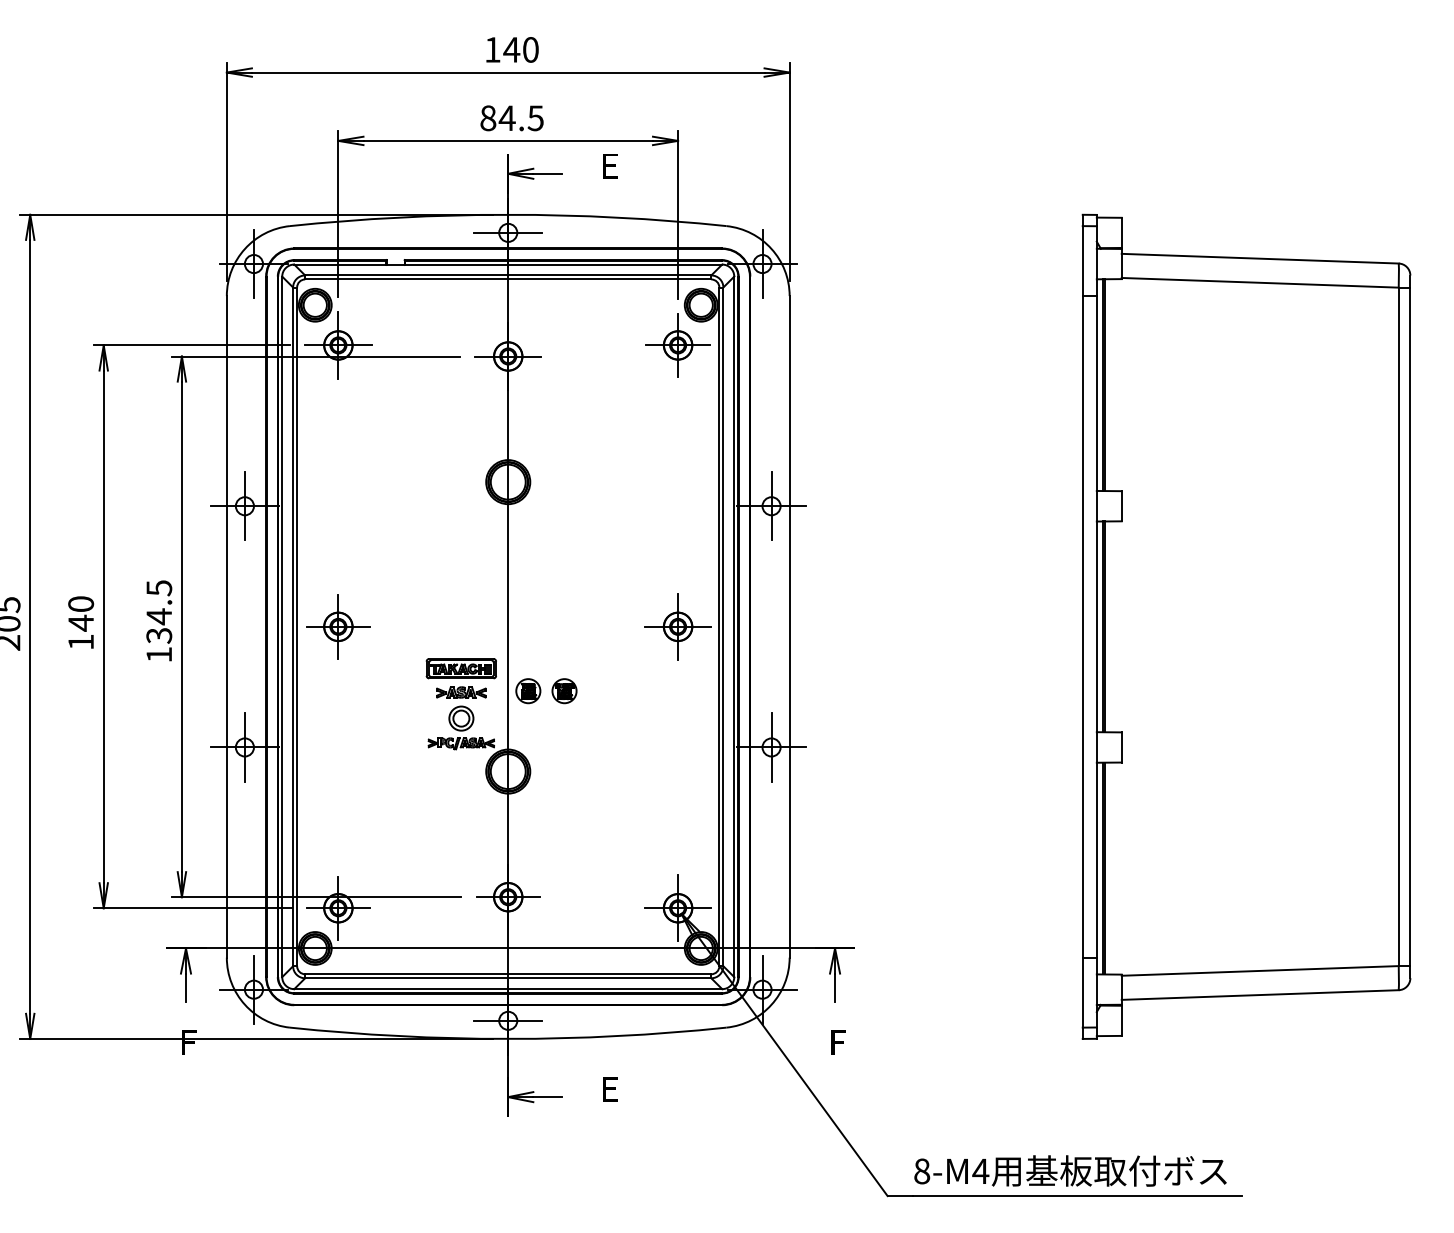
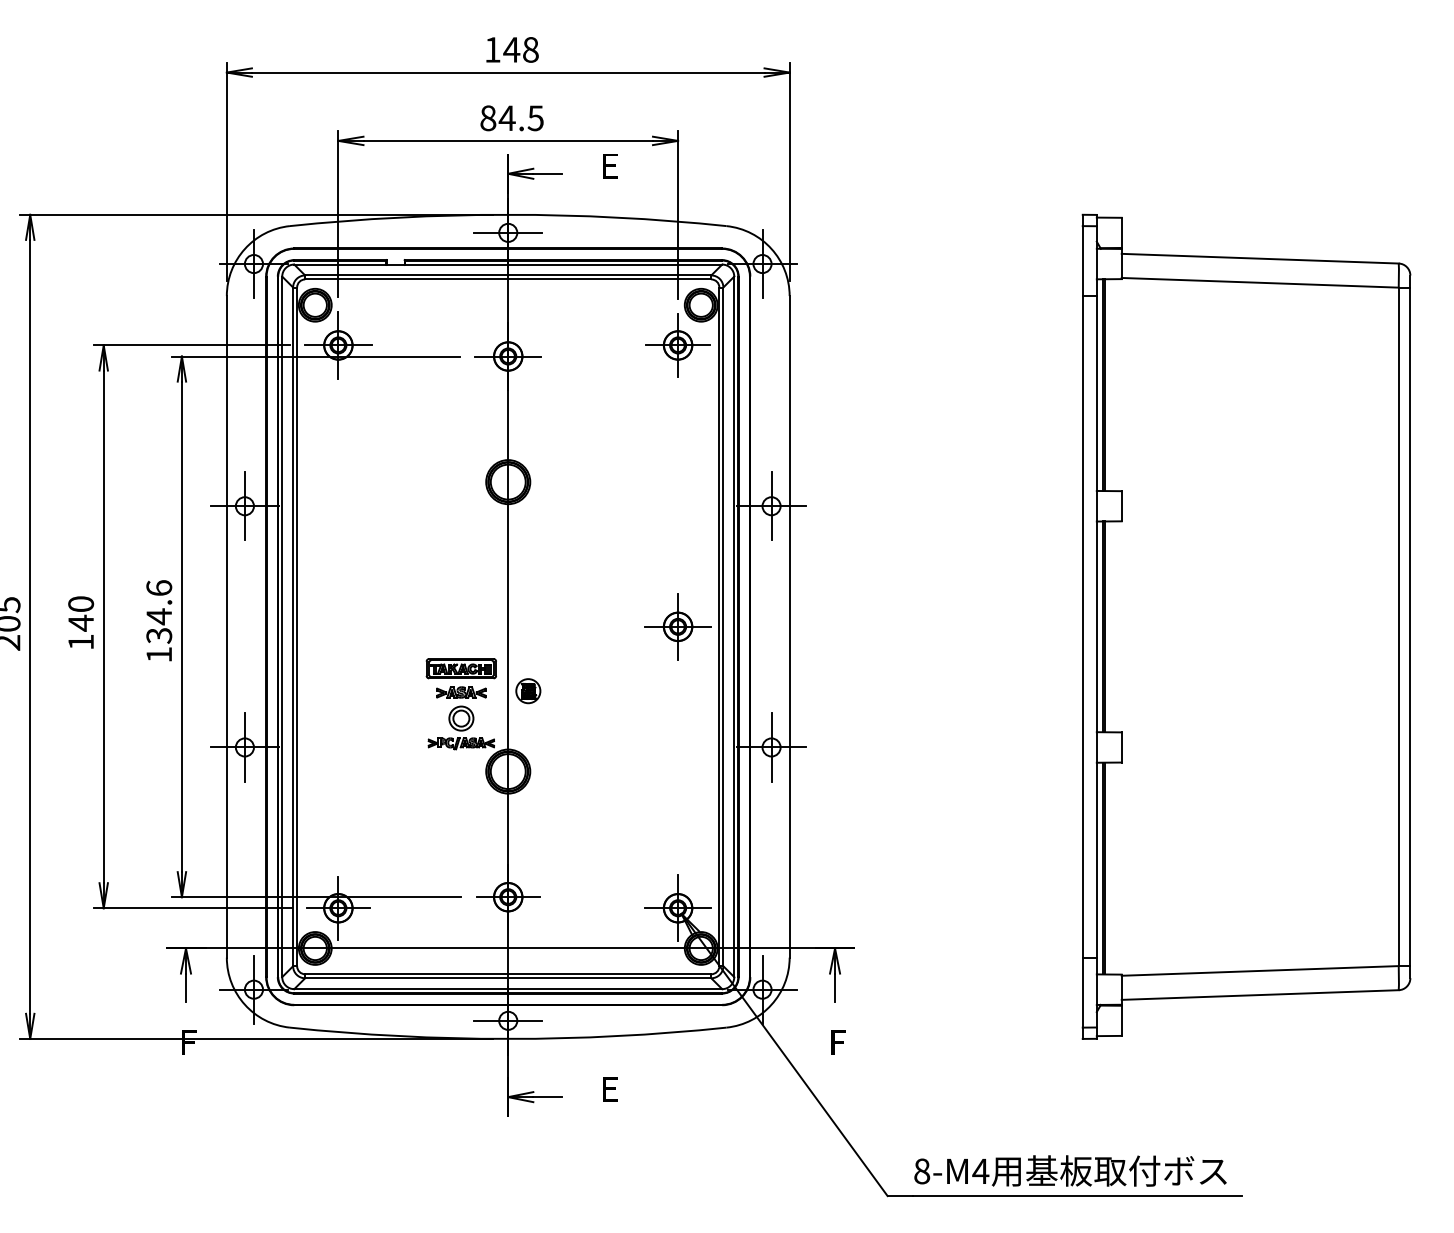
text at (530, 49): 140 -> 148
text at (159, 588): 134.5 -> 134.6
part at (338, 626): present -> none
part at (564, 691): present -> none
